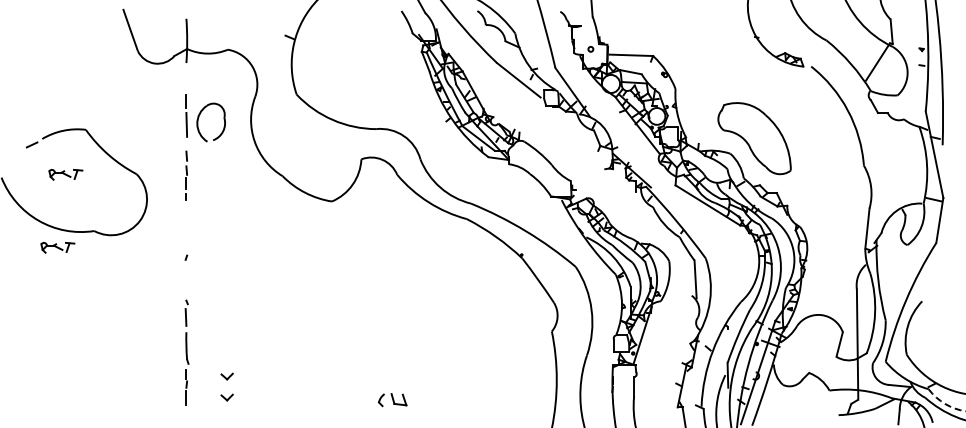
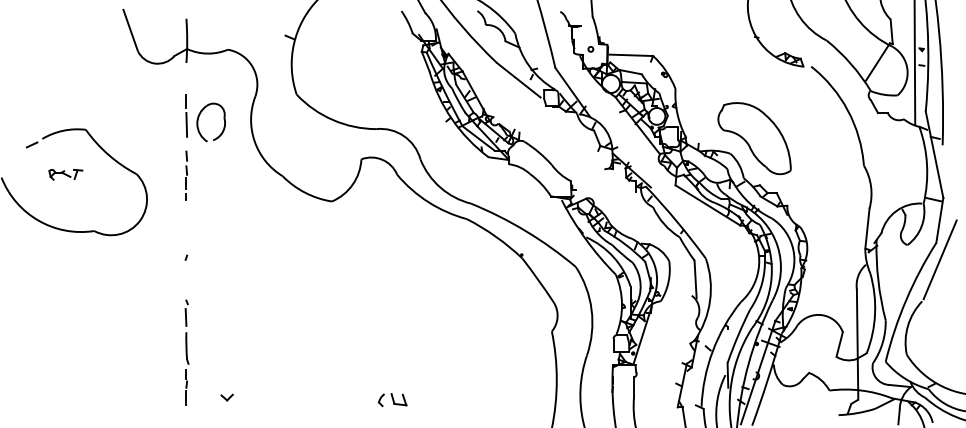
line at (914, 63): none -> present
part at (57, 247): present -> none
line at (939, 259): none -> present
part at (226, 376): present -> none
arc at (945, 403): dashed -> solid
